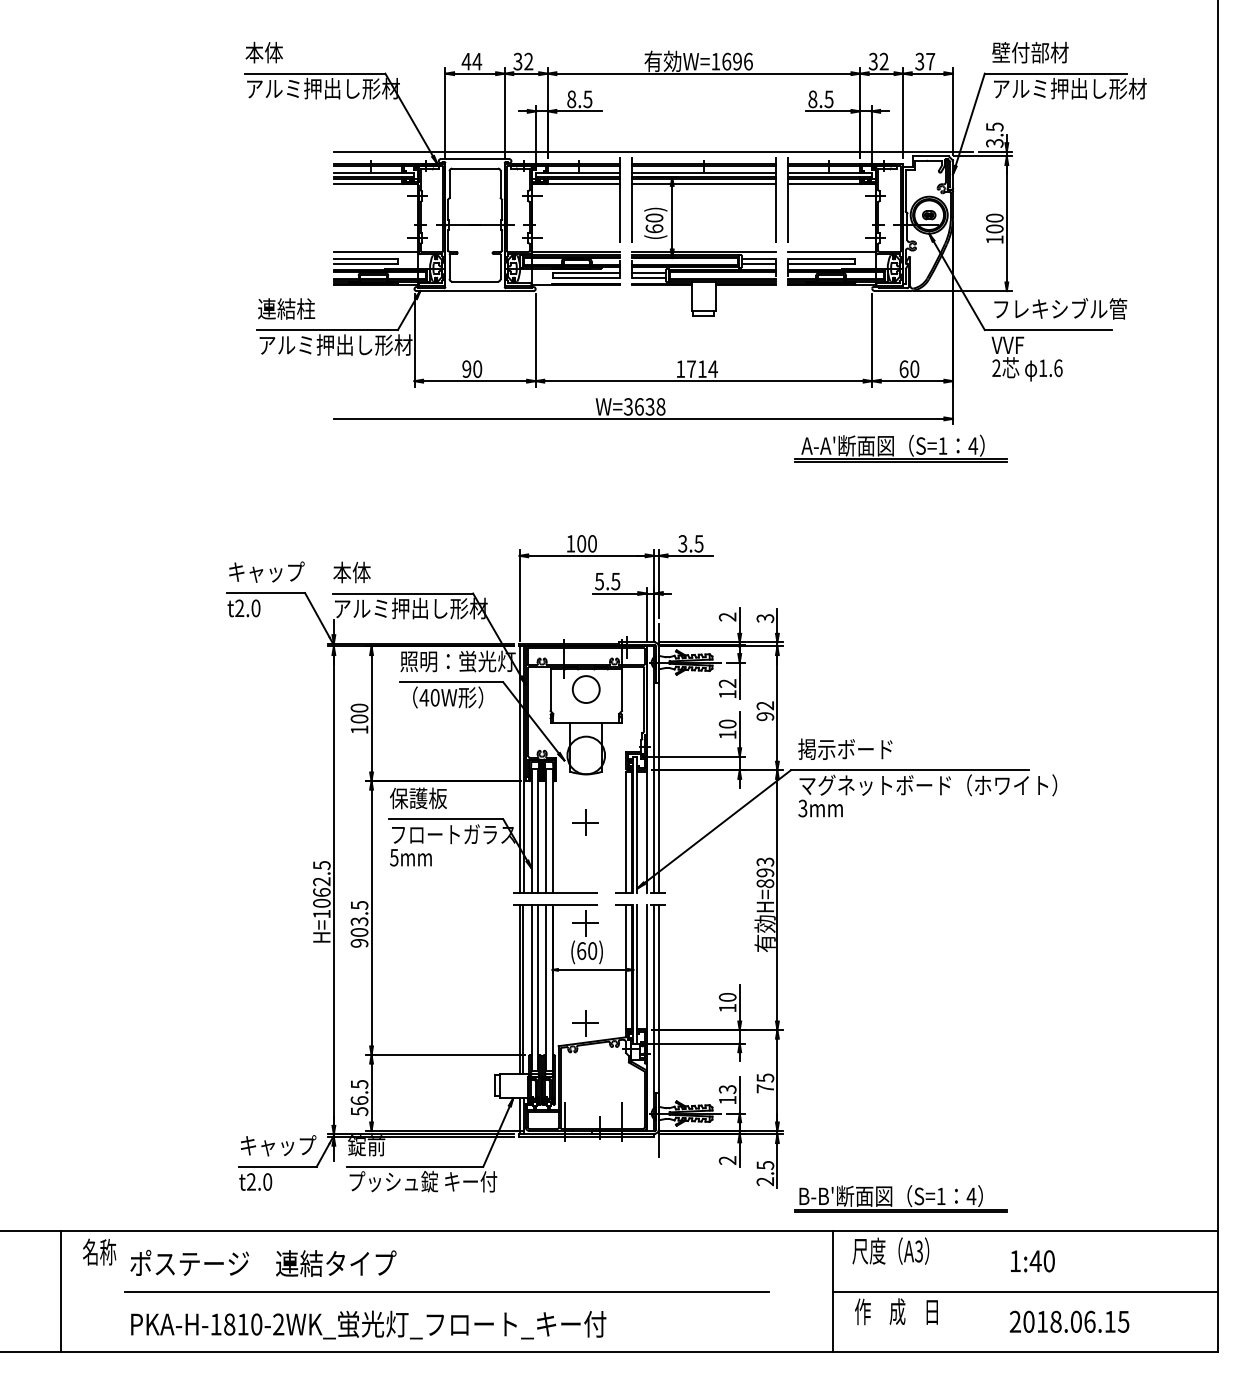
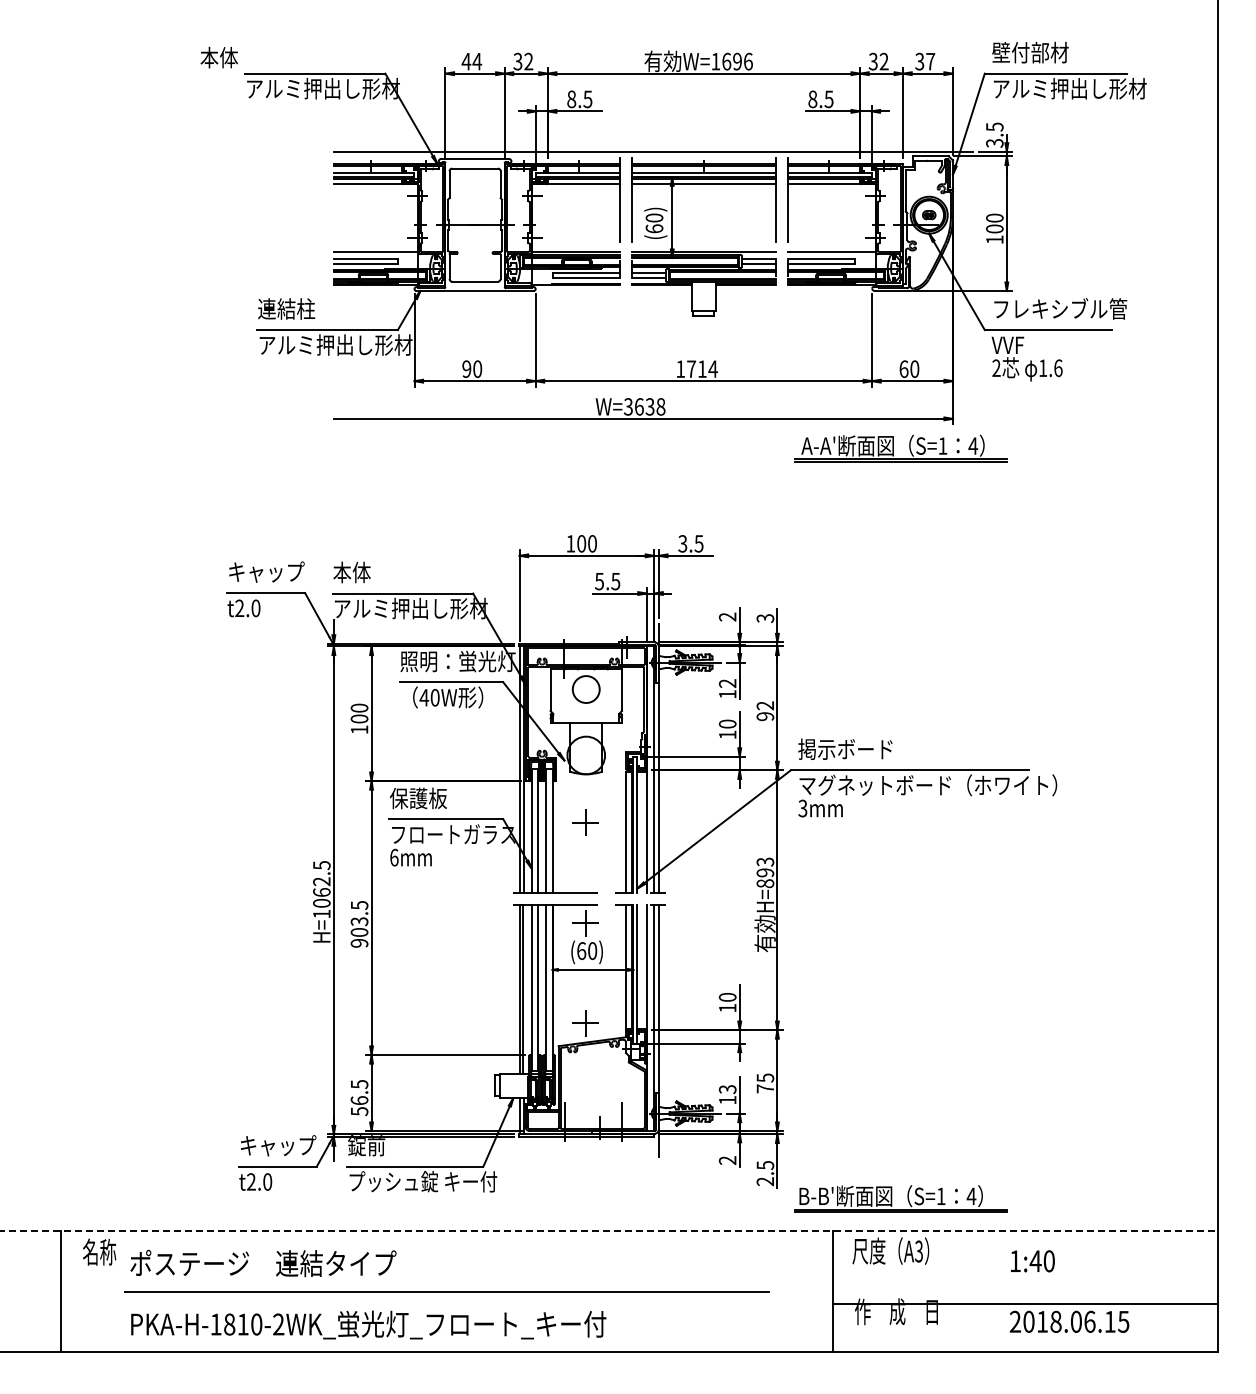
text at (263, 52) position: (263, 52) -> (218, 57)
text at (394, 857): 5mm -> 6mm
line at (609, 1231): solid -> dashed
line at (1025, 1291) position: (1025, 1291) -> (1025, 1303)
